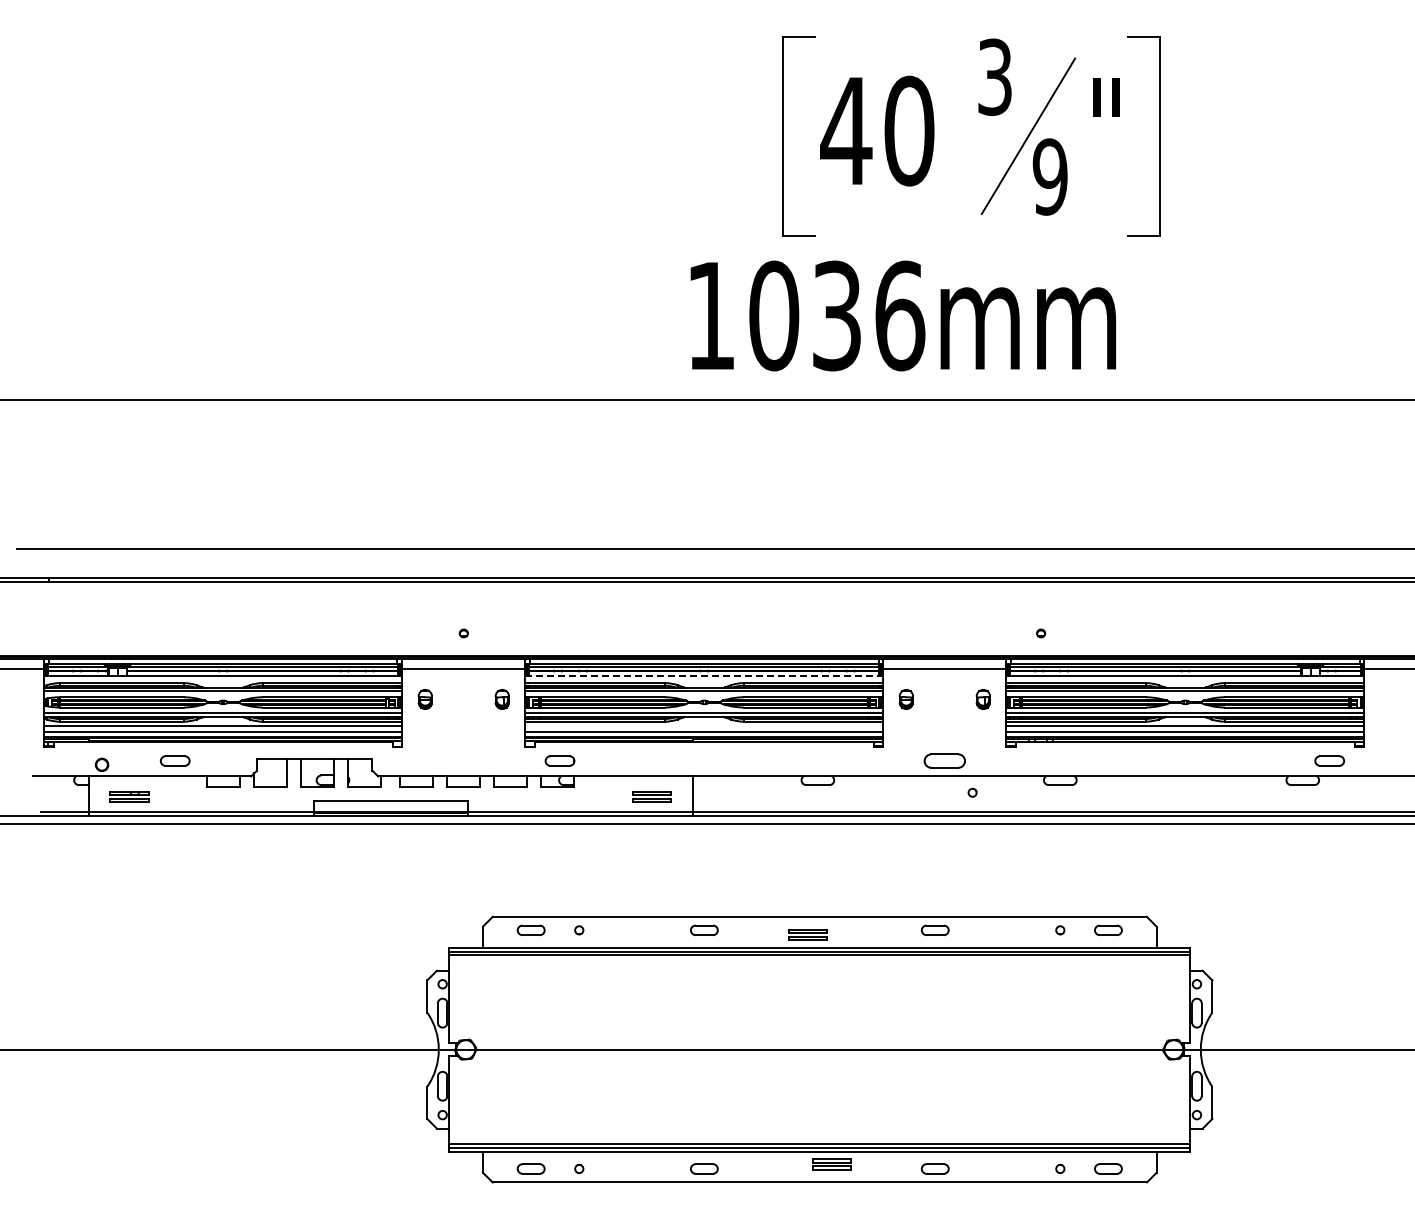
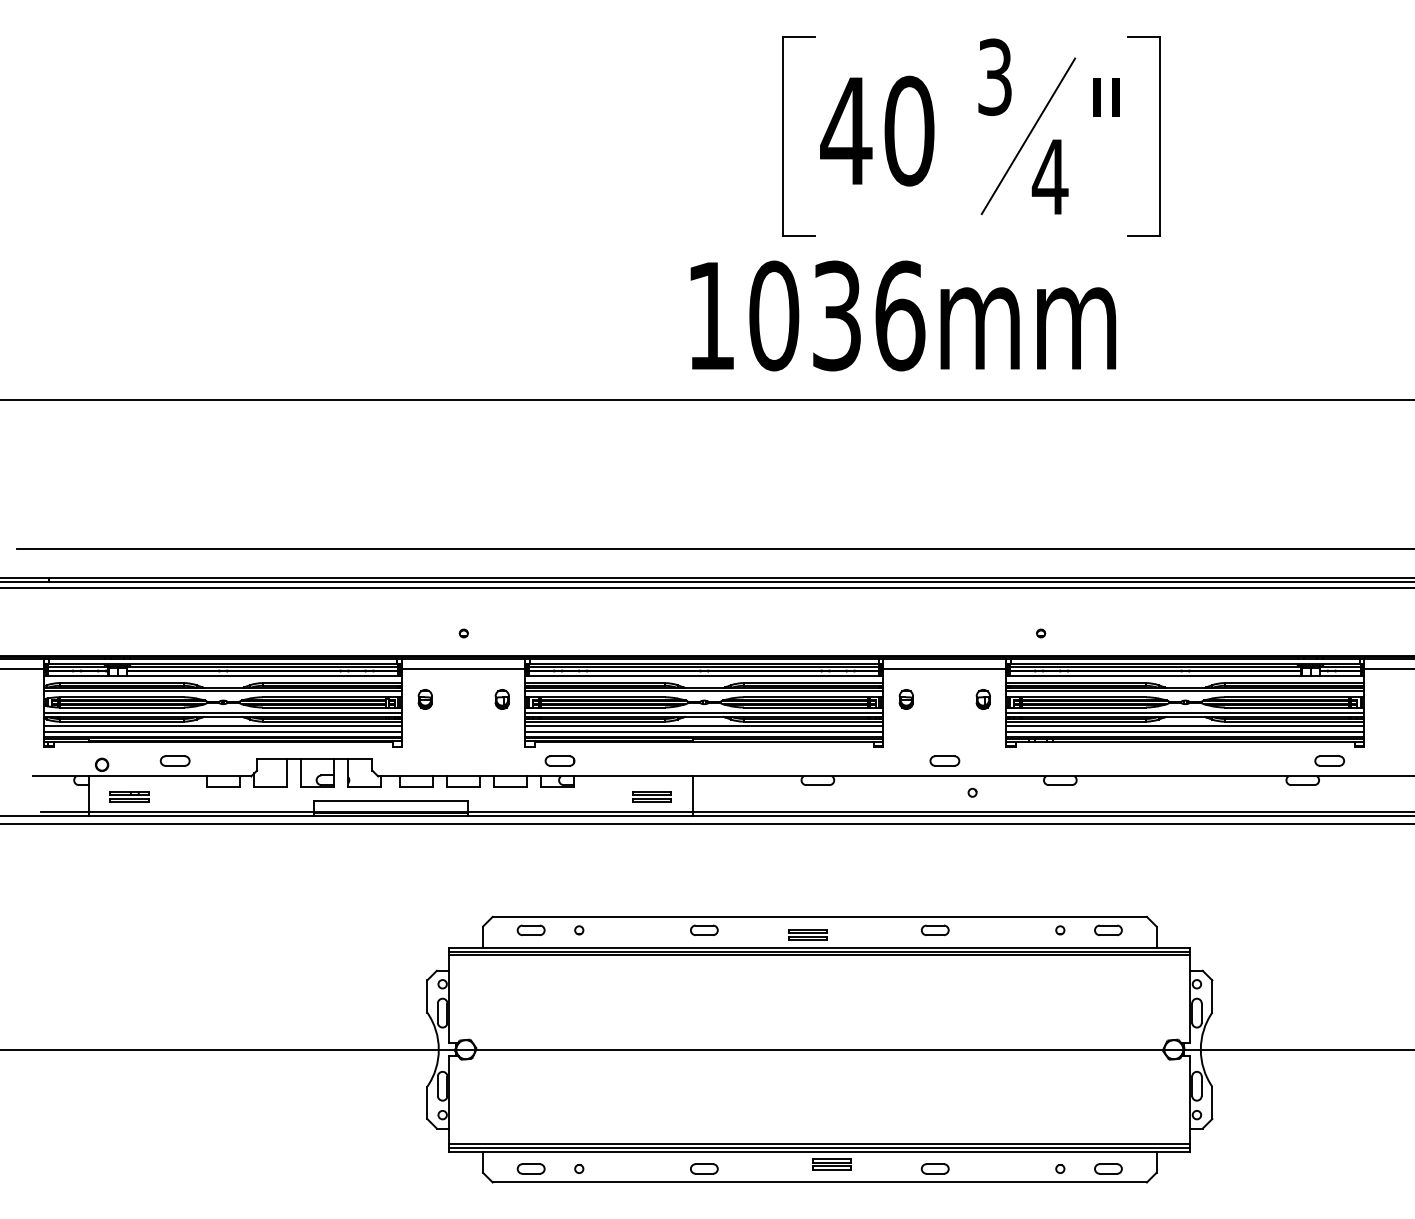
text at (1049, 176): 9 -> 4
line at (706, 587): none -> present
line at (704, 676): dashed -> solid
line at (704, 726): none -> present
part at (944, 760) size: 43x16 px -> 32x12 px
